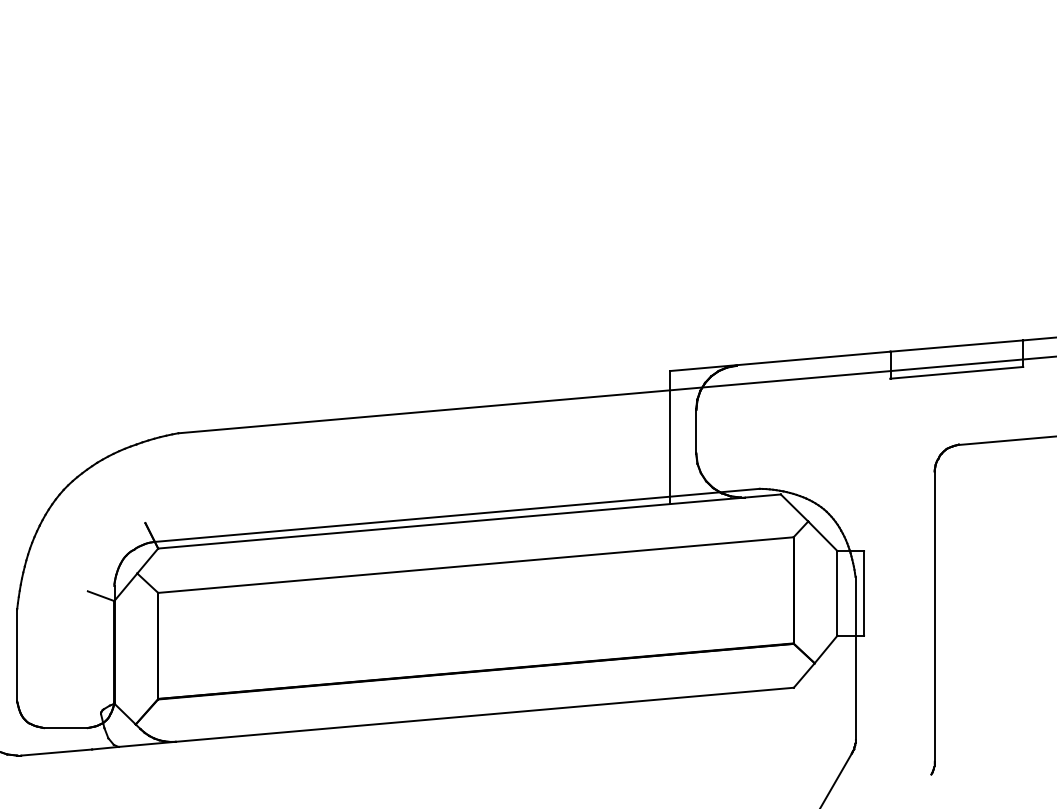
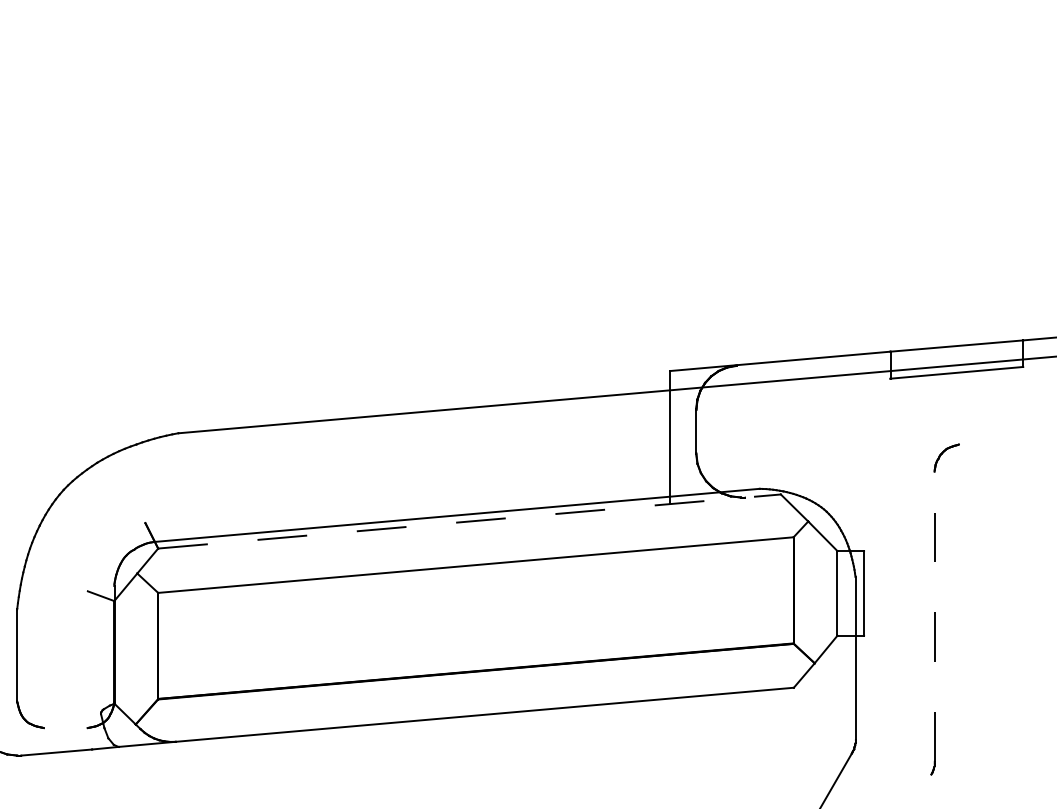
line at (1005, 440): present -> none
line at (470, 521): solid -> dashed
line at (934, 616): solid -> dashed
line at (65, 728): present -> none
